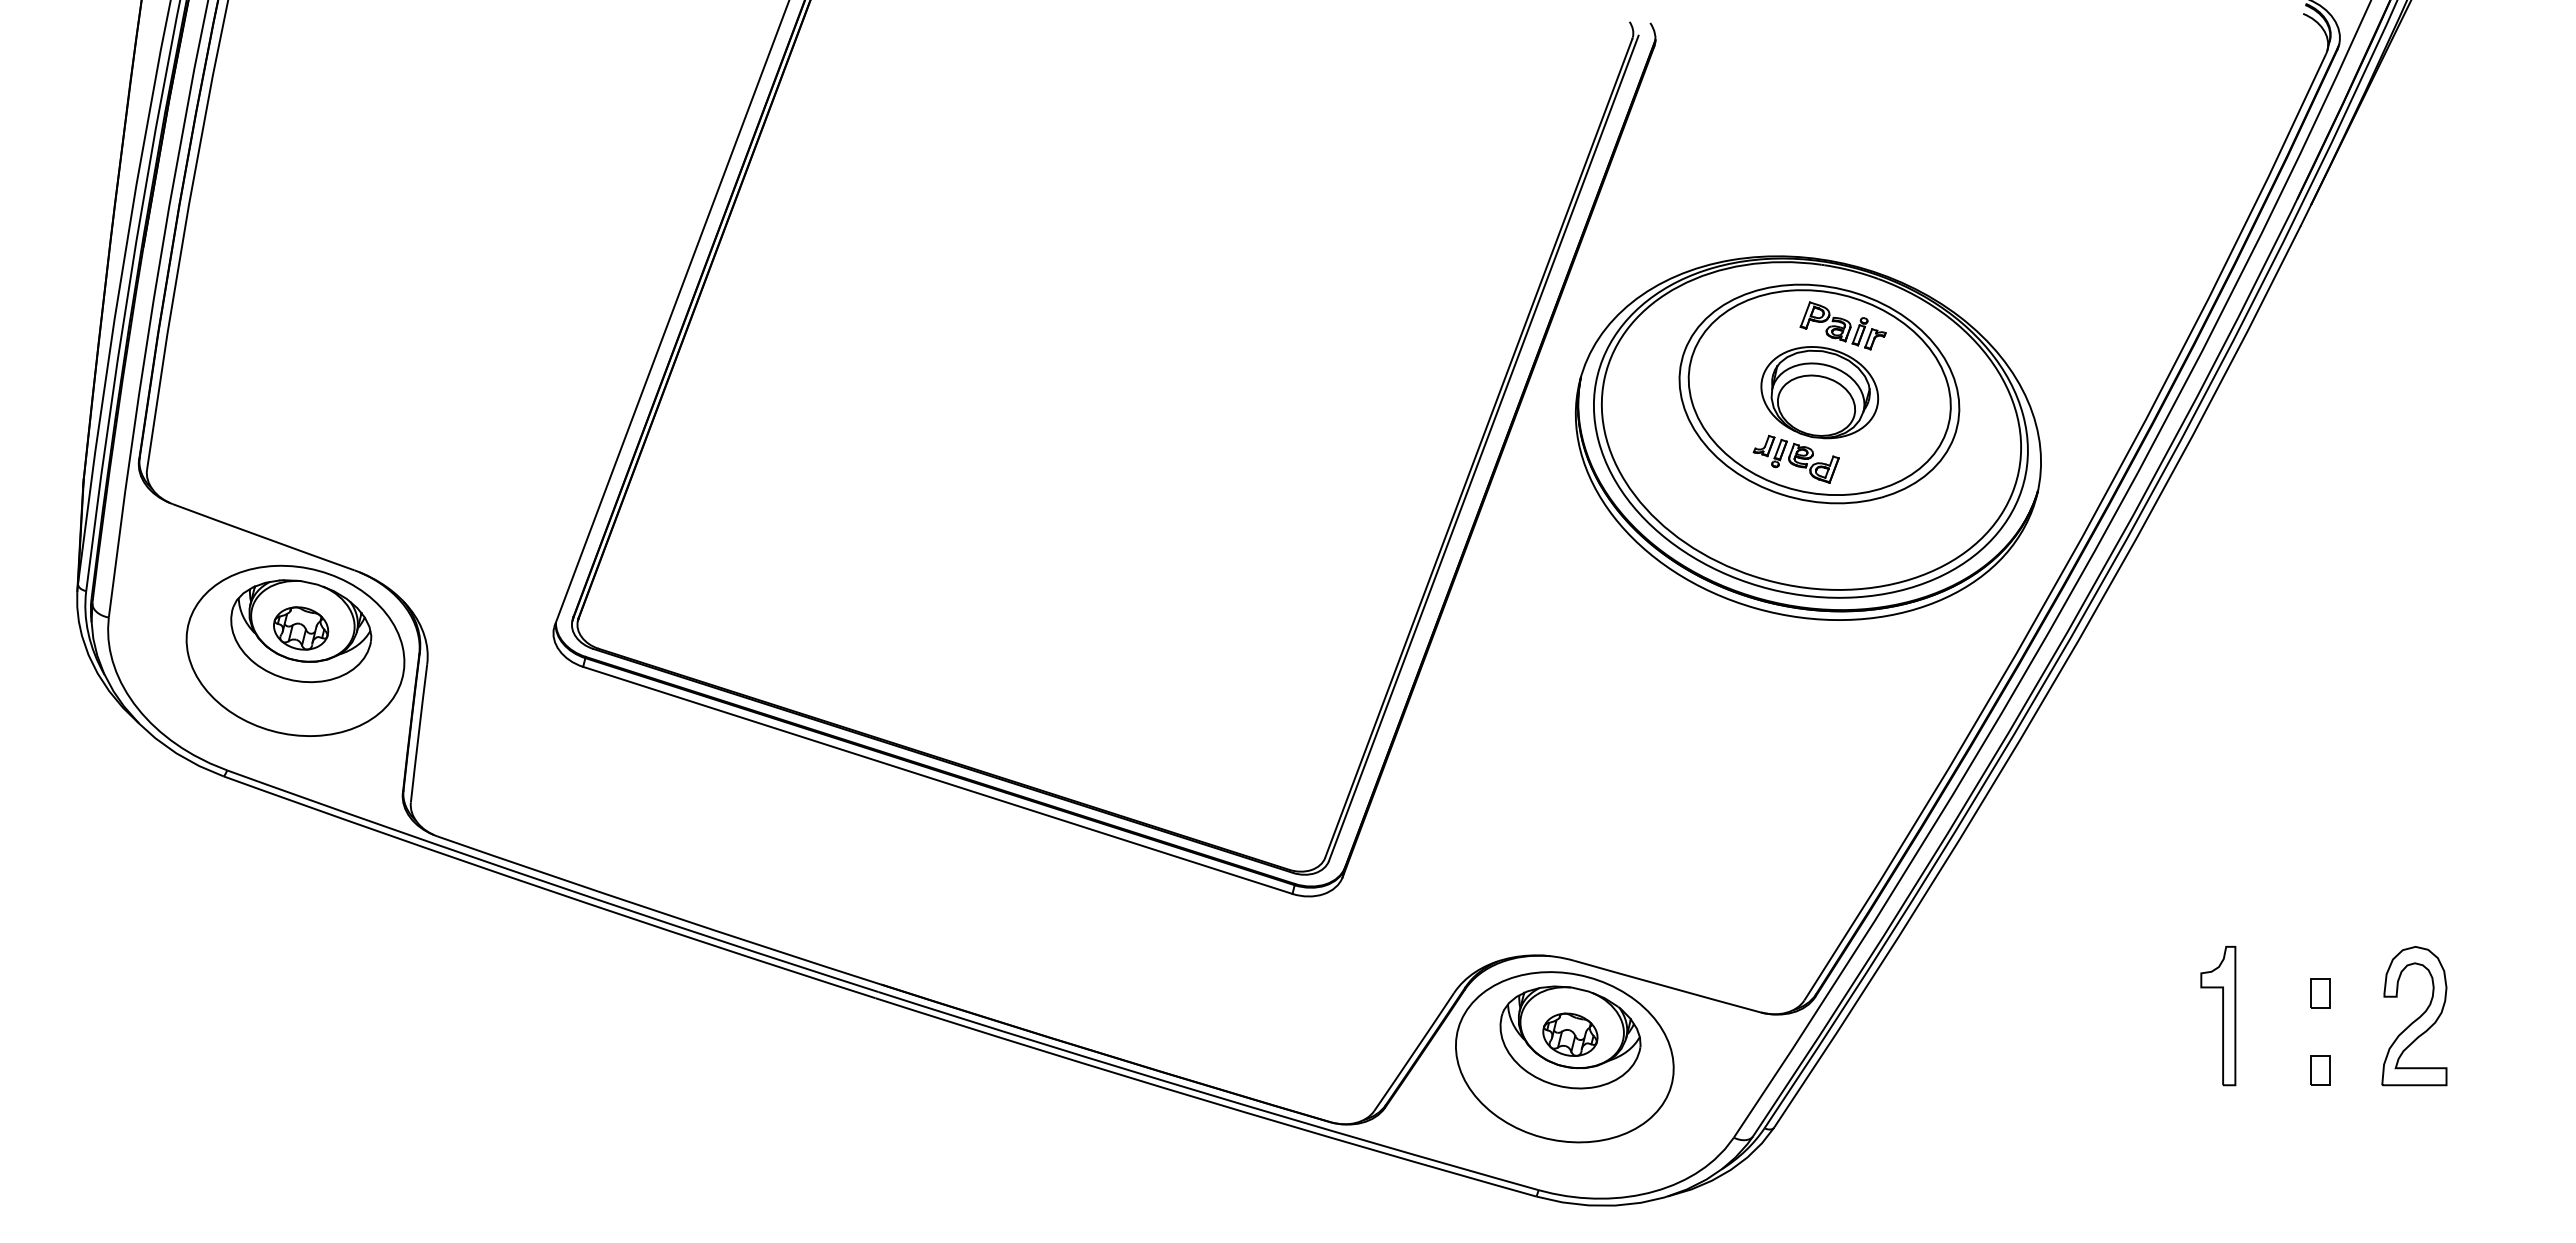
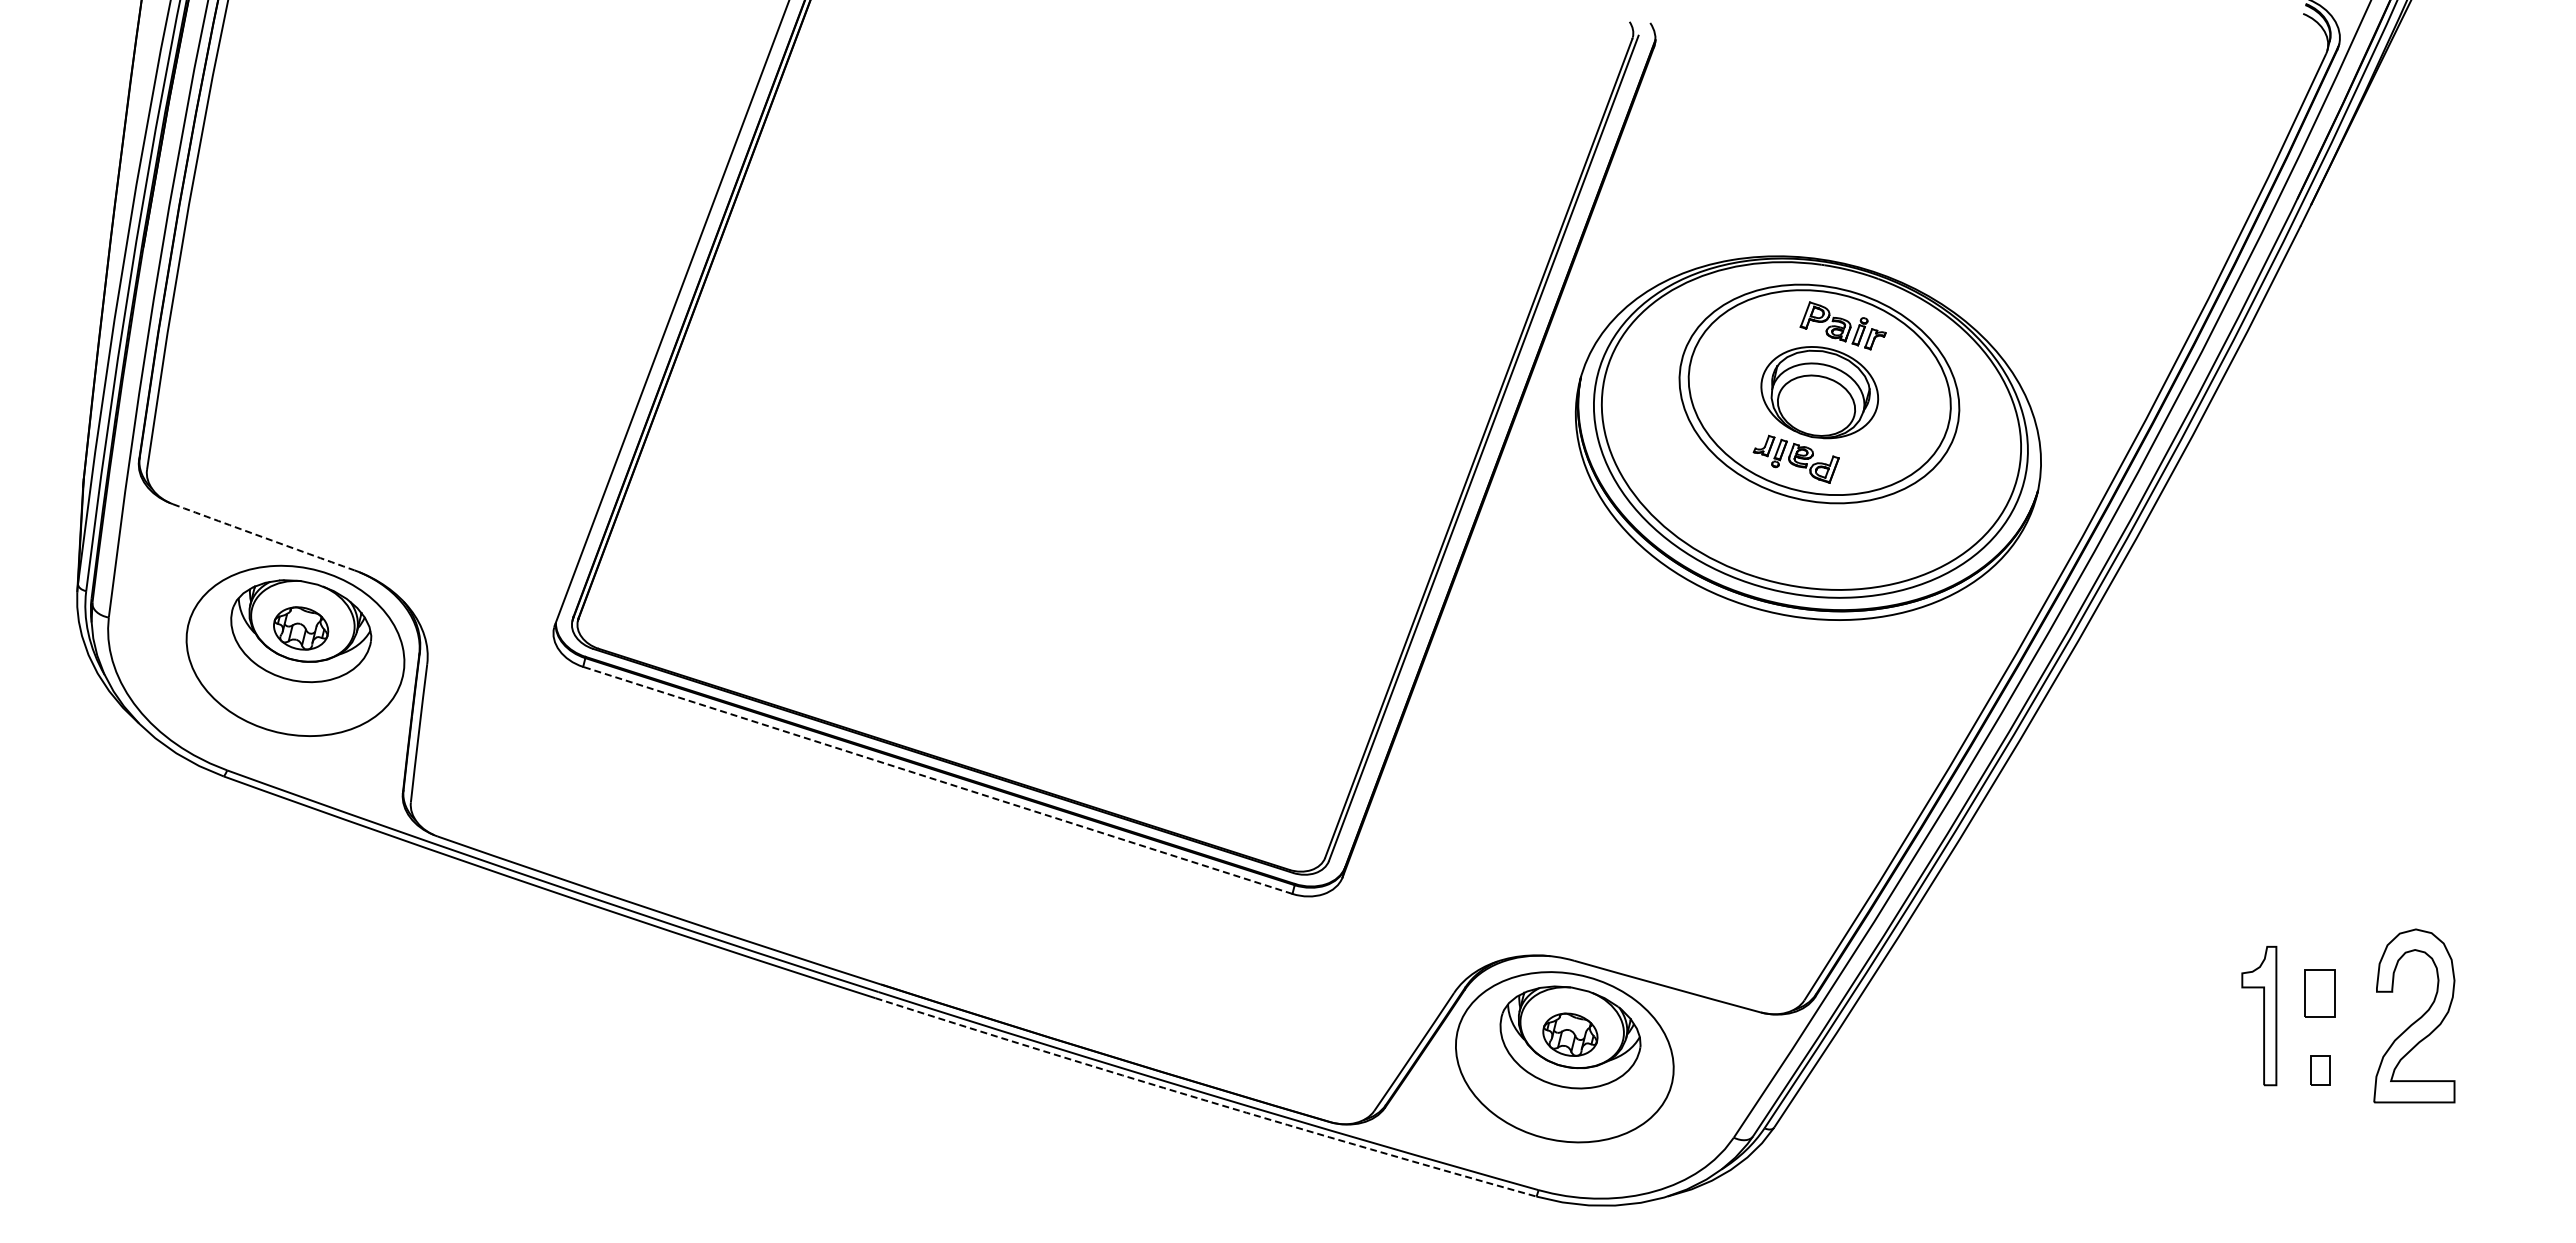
arc at (263, 537): solid -> dashed
line at (937, 780): solid -> dashed
part at (2320, 993) size: 21x31 px -> 32x49 px
part at (2218, 1016) position: (2218, 1016) -> (2259, 1016)
part at (2414, 1016) size: 67x141 px -> 83x176 px
arc at (1205, 1100): solid -> dashed
